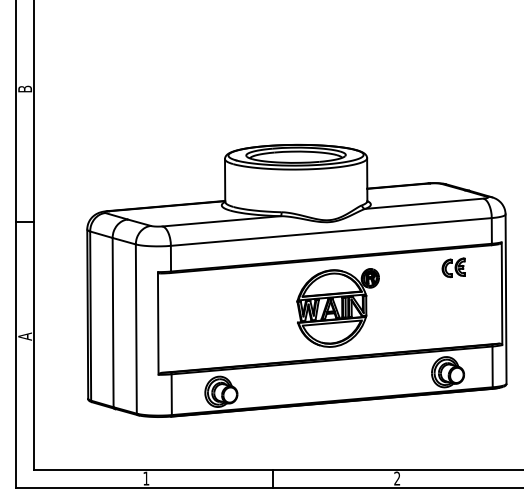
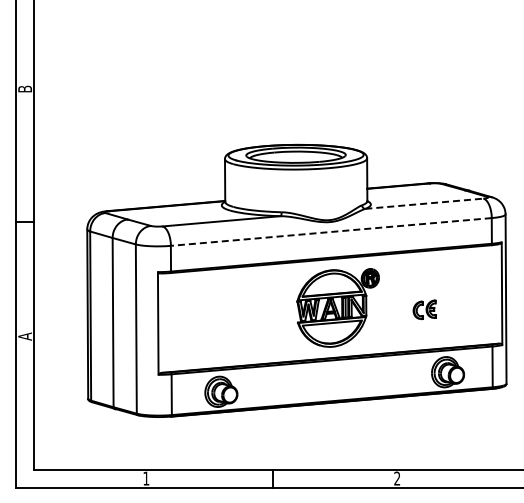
line at (424, 203): solid -> dashed
line at (330, 232): solid -> dashed
part at (453, 267) position: (453, 267) -> (424, 309)
